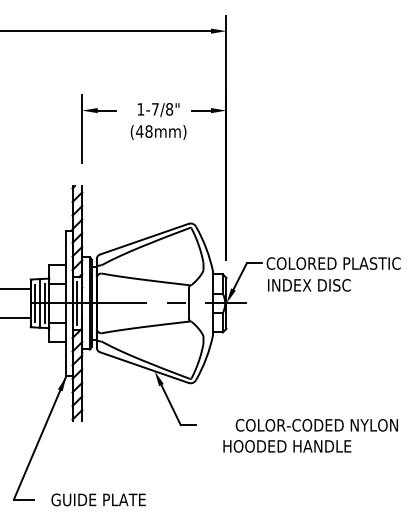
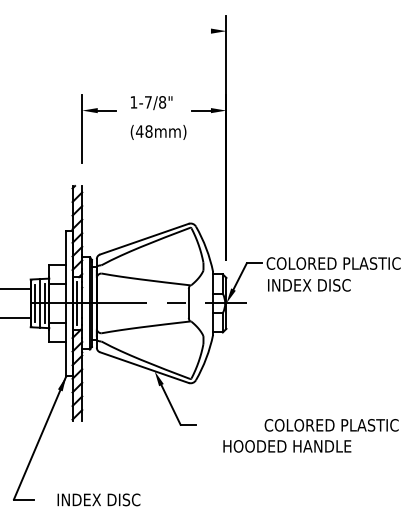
line at (107, 31): present -> none
text at (158, 110) position: (158, 110) -> (151, 103)
text at (316, 425): COLOR-CODED NYLON -> COLORED PLASTIC
text at (98, 499): GUIDE PLATE -> INDEX DISC
